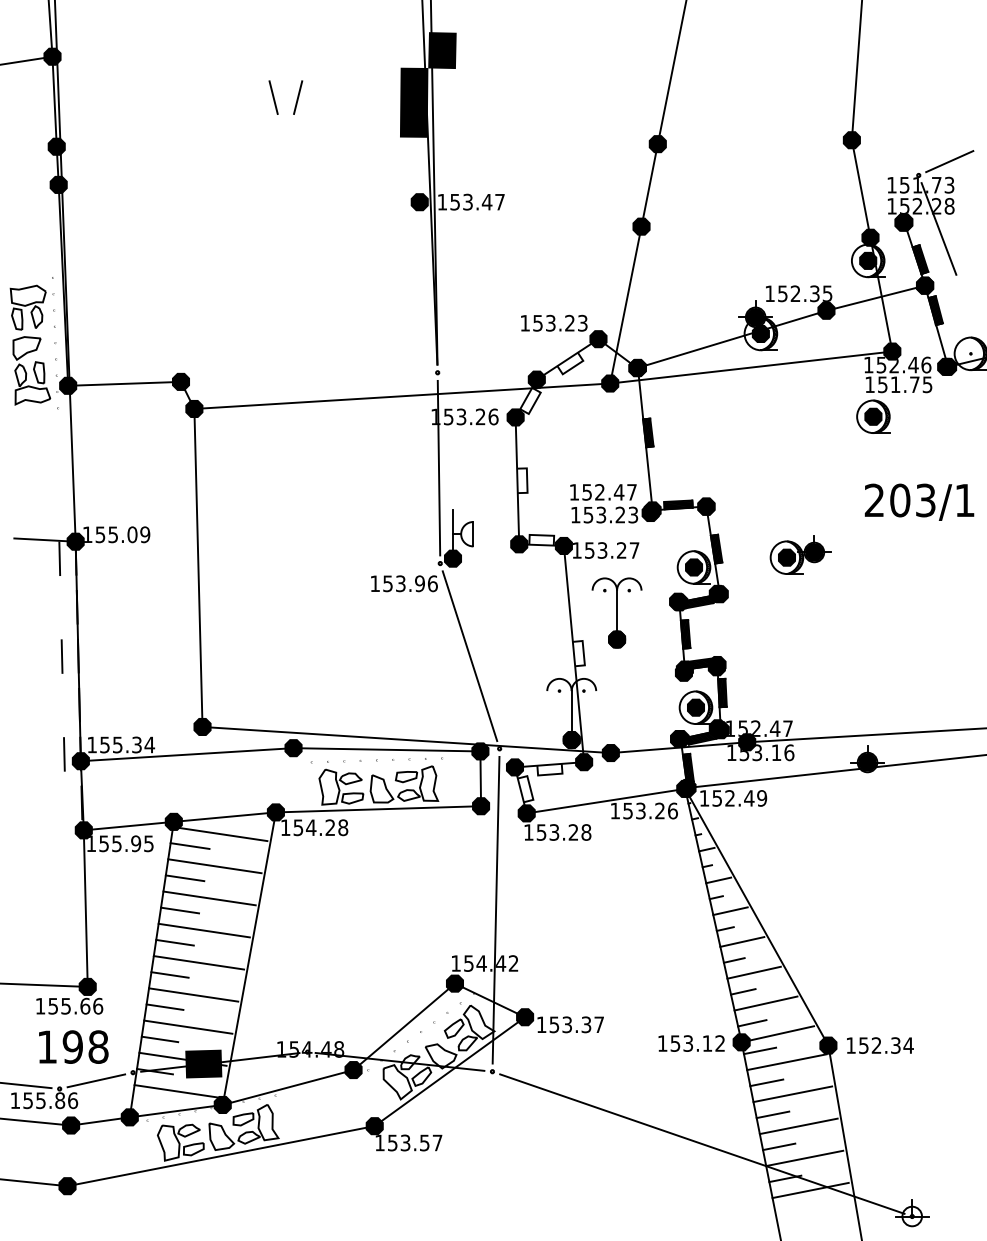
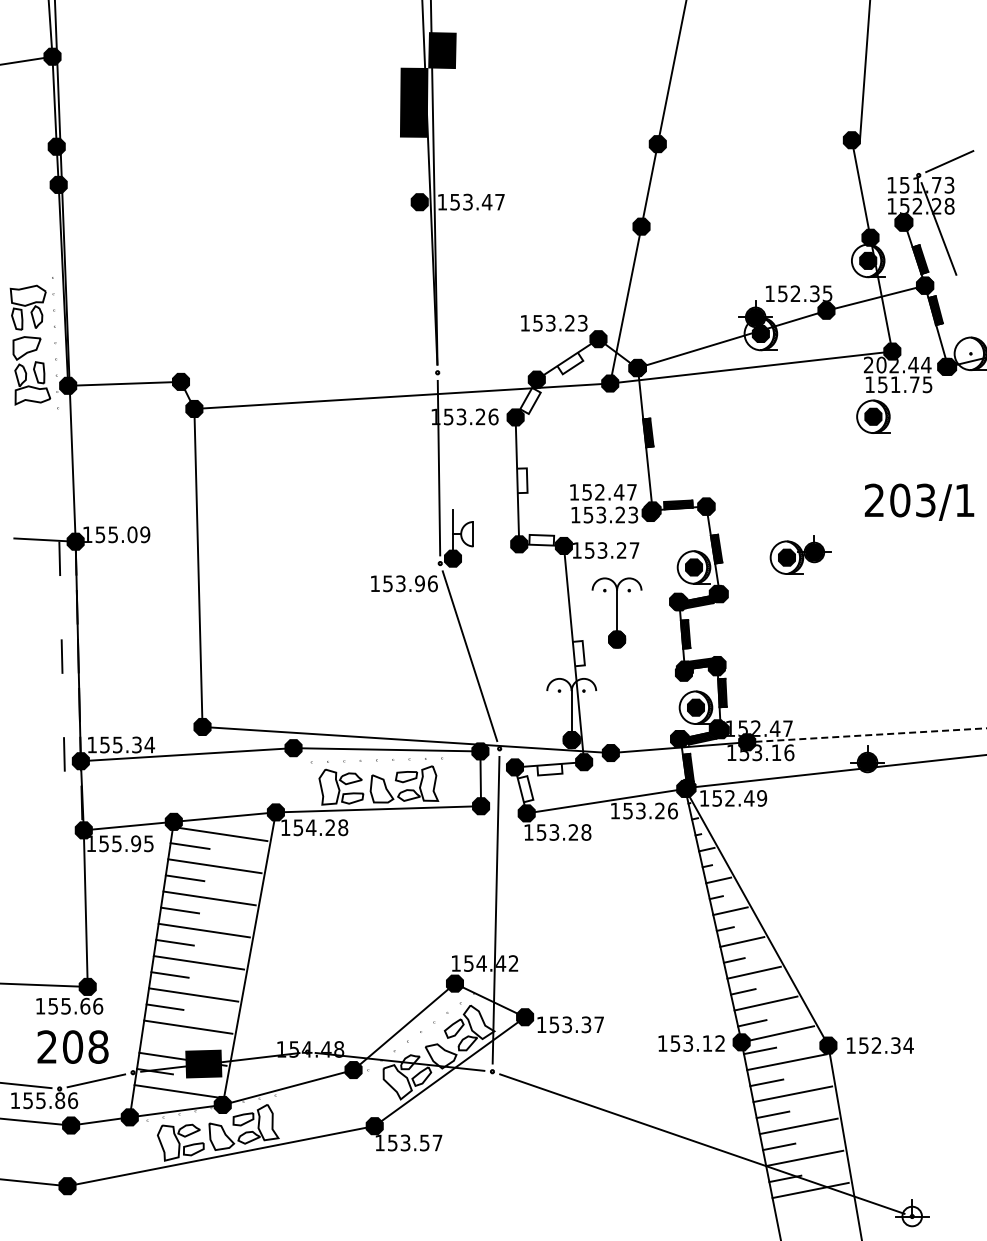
line at (856, 71) position: (856, 71) -> (864, 71)
part at (275, 100): present -> none
text at (897, 364): 152.46 -> 202.44
line at (866, 735): solid -> dashed
line at (159, 1039): present -> none
text at (60, 1046): 198 -> 208
